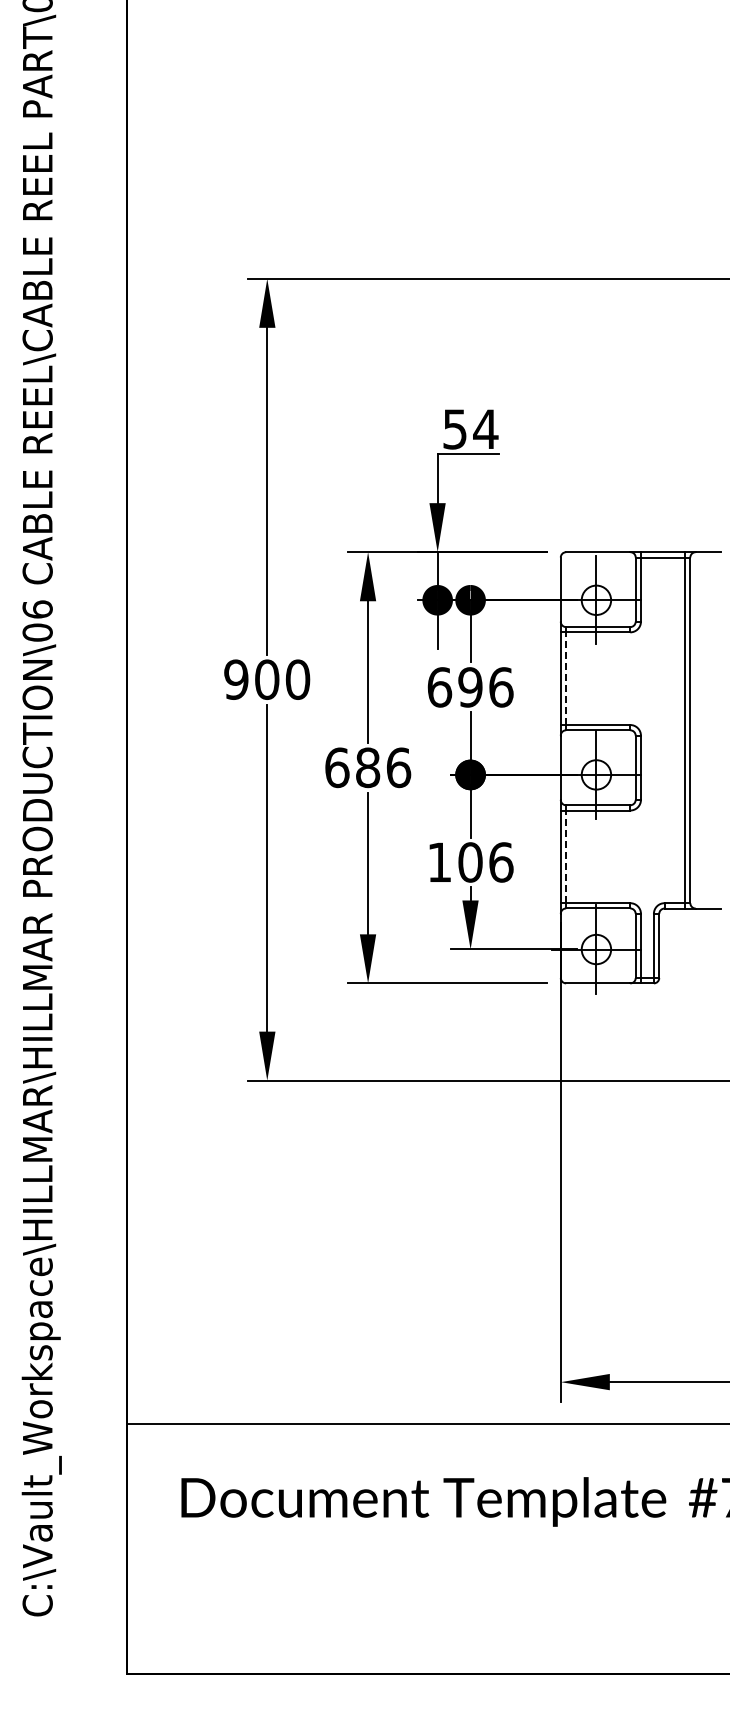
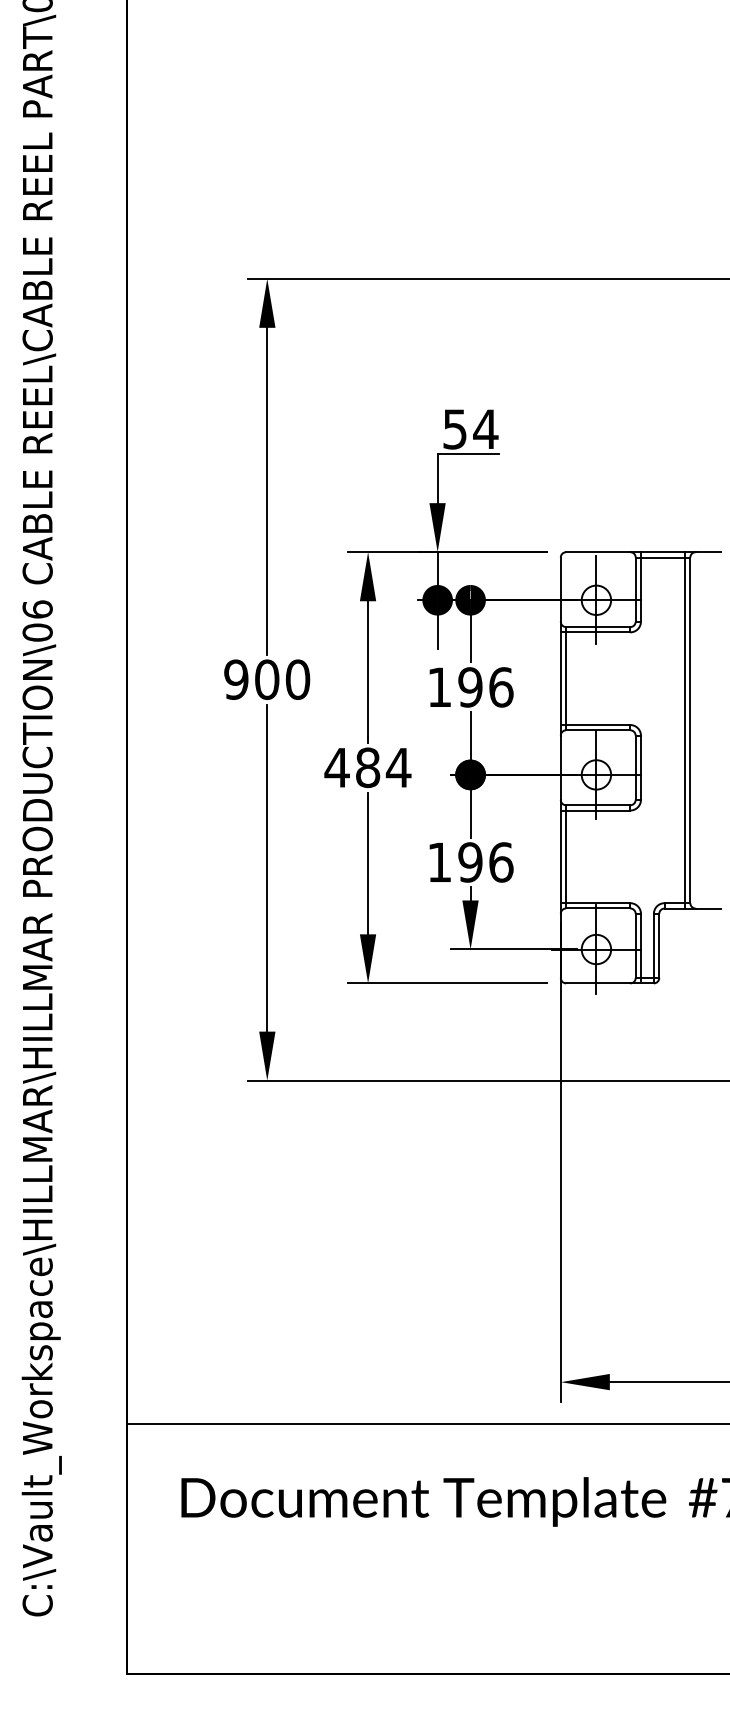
line at (566, 678): dashed -> solid
text at (439, 687): 696 -> 196
text at (367, 767): 686 -> 484
line at (566, 856): dashed -> solid
text at (470, 862): 106 -> 196
